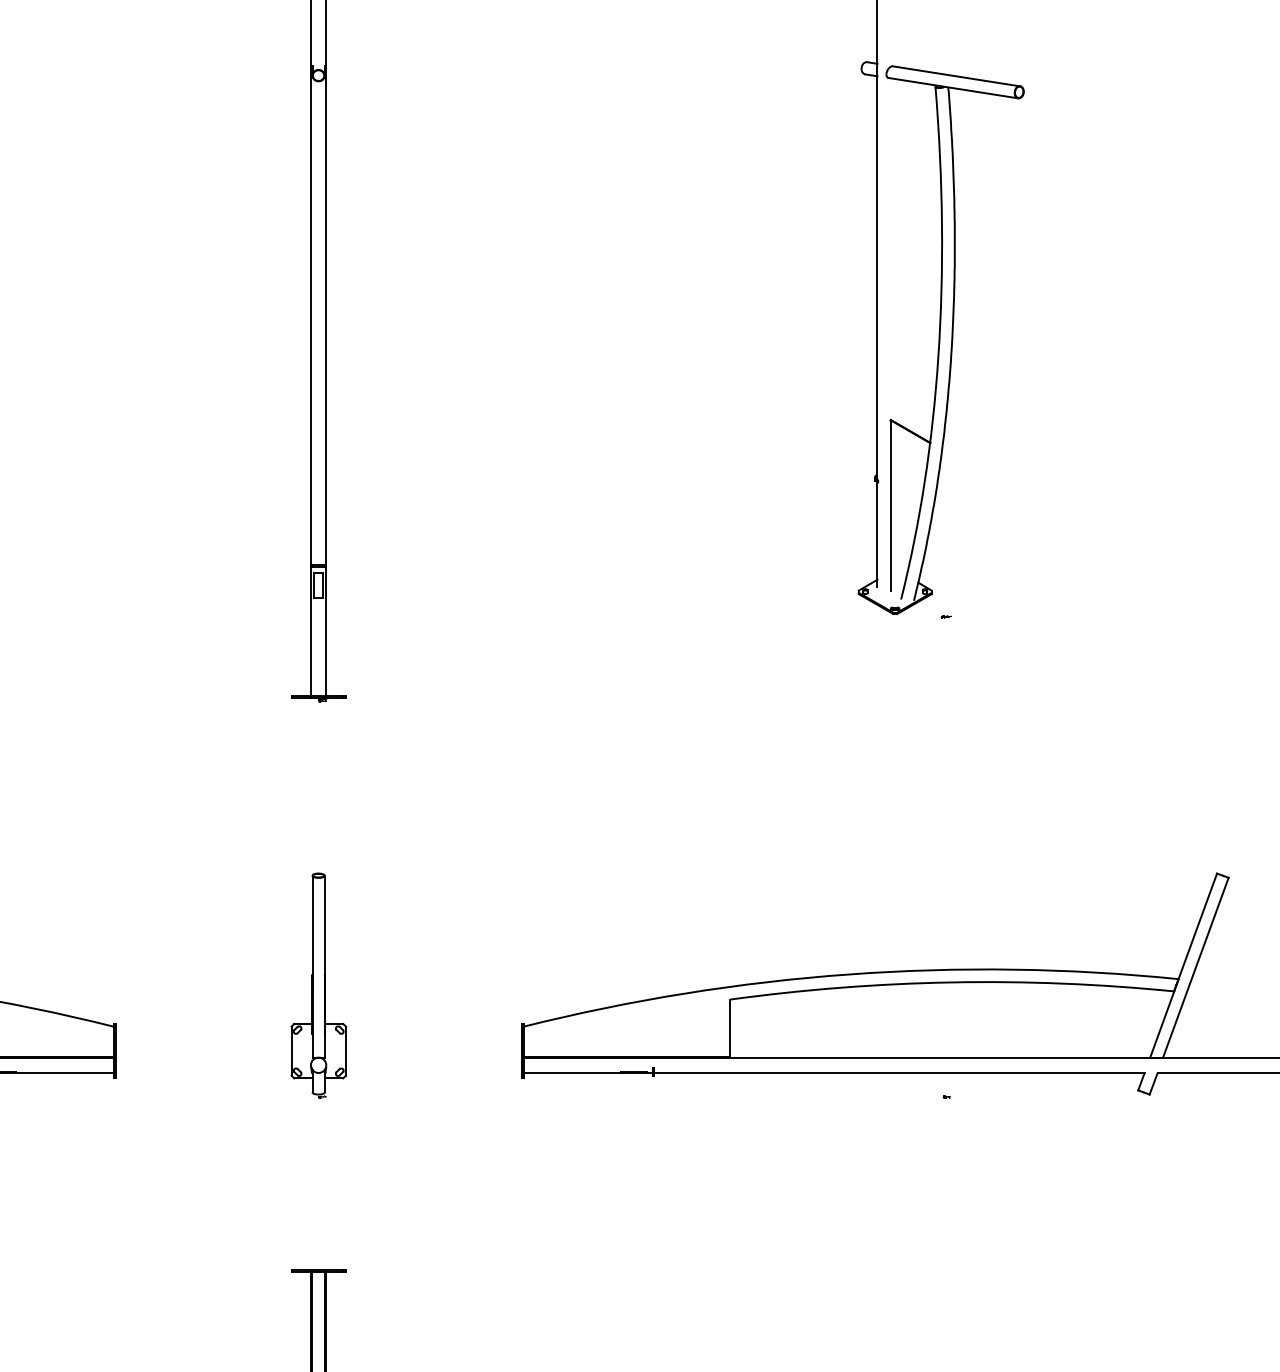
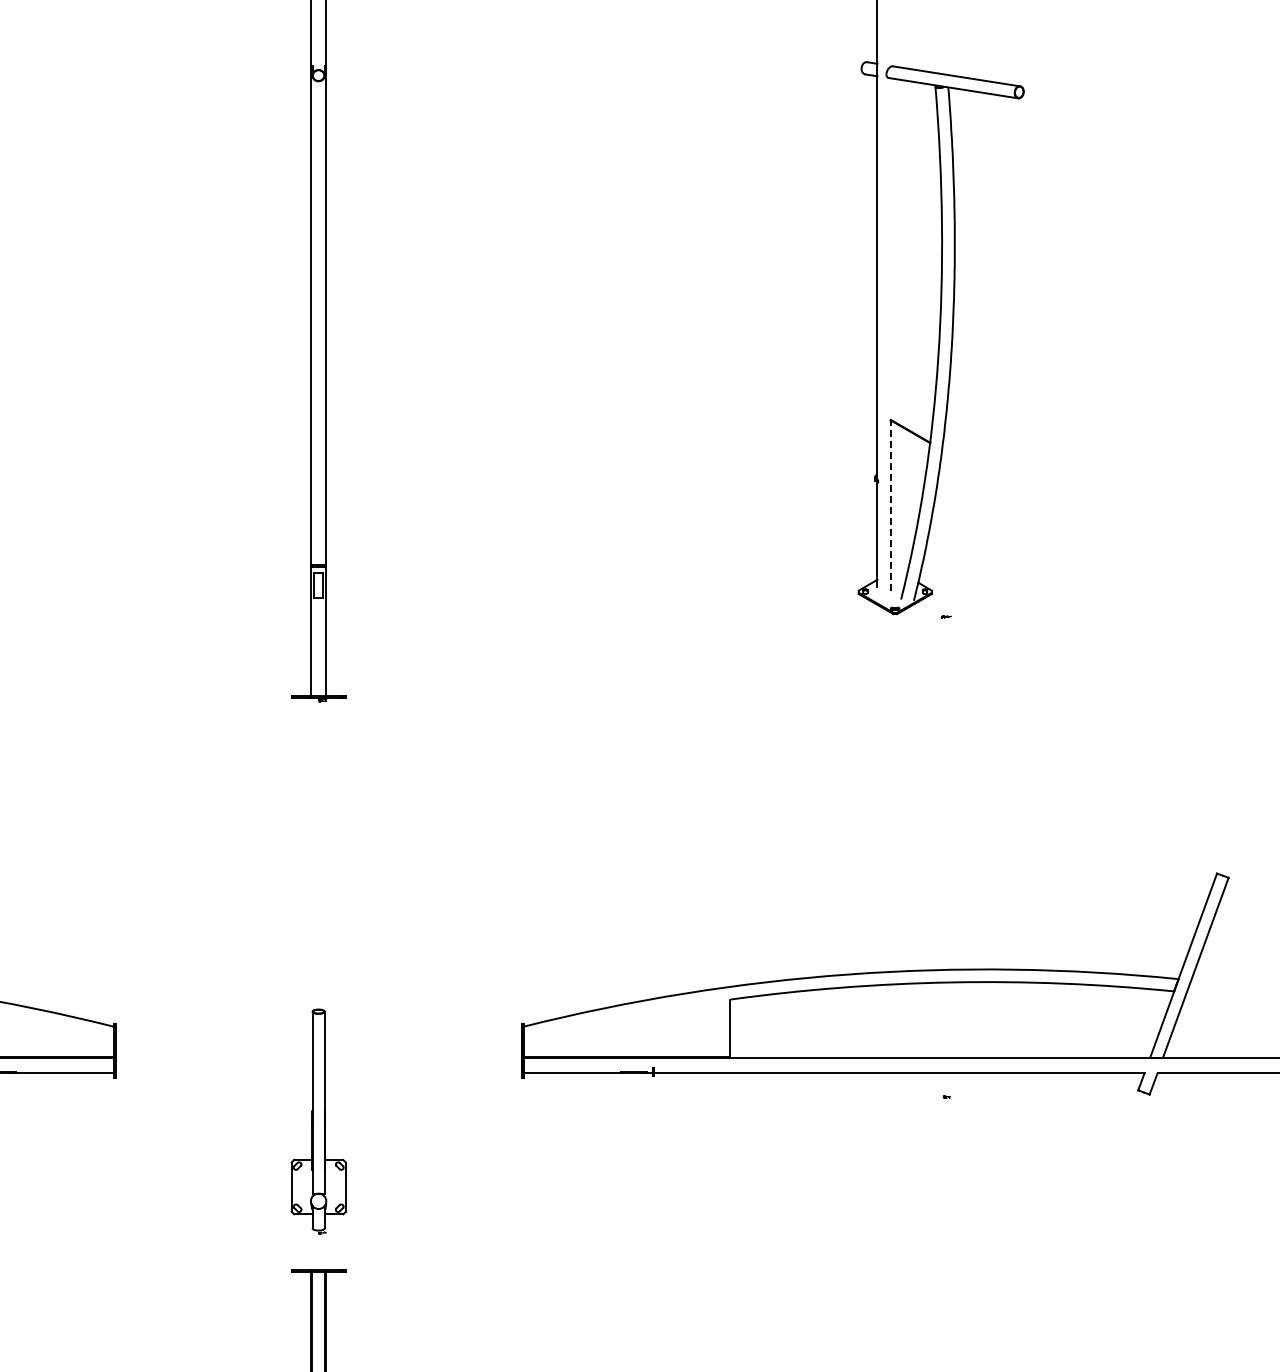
line at (890, 504): solid -> dashed
part at (318, 985) position: (318, 985) -> (318, 1121)
